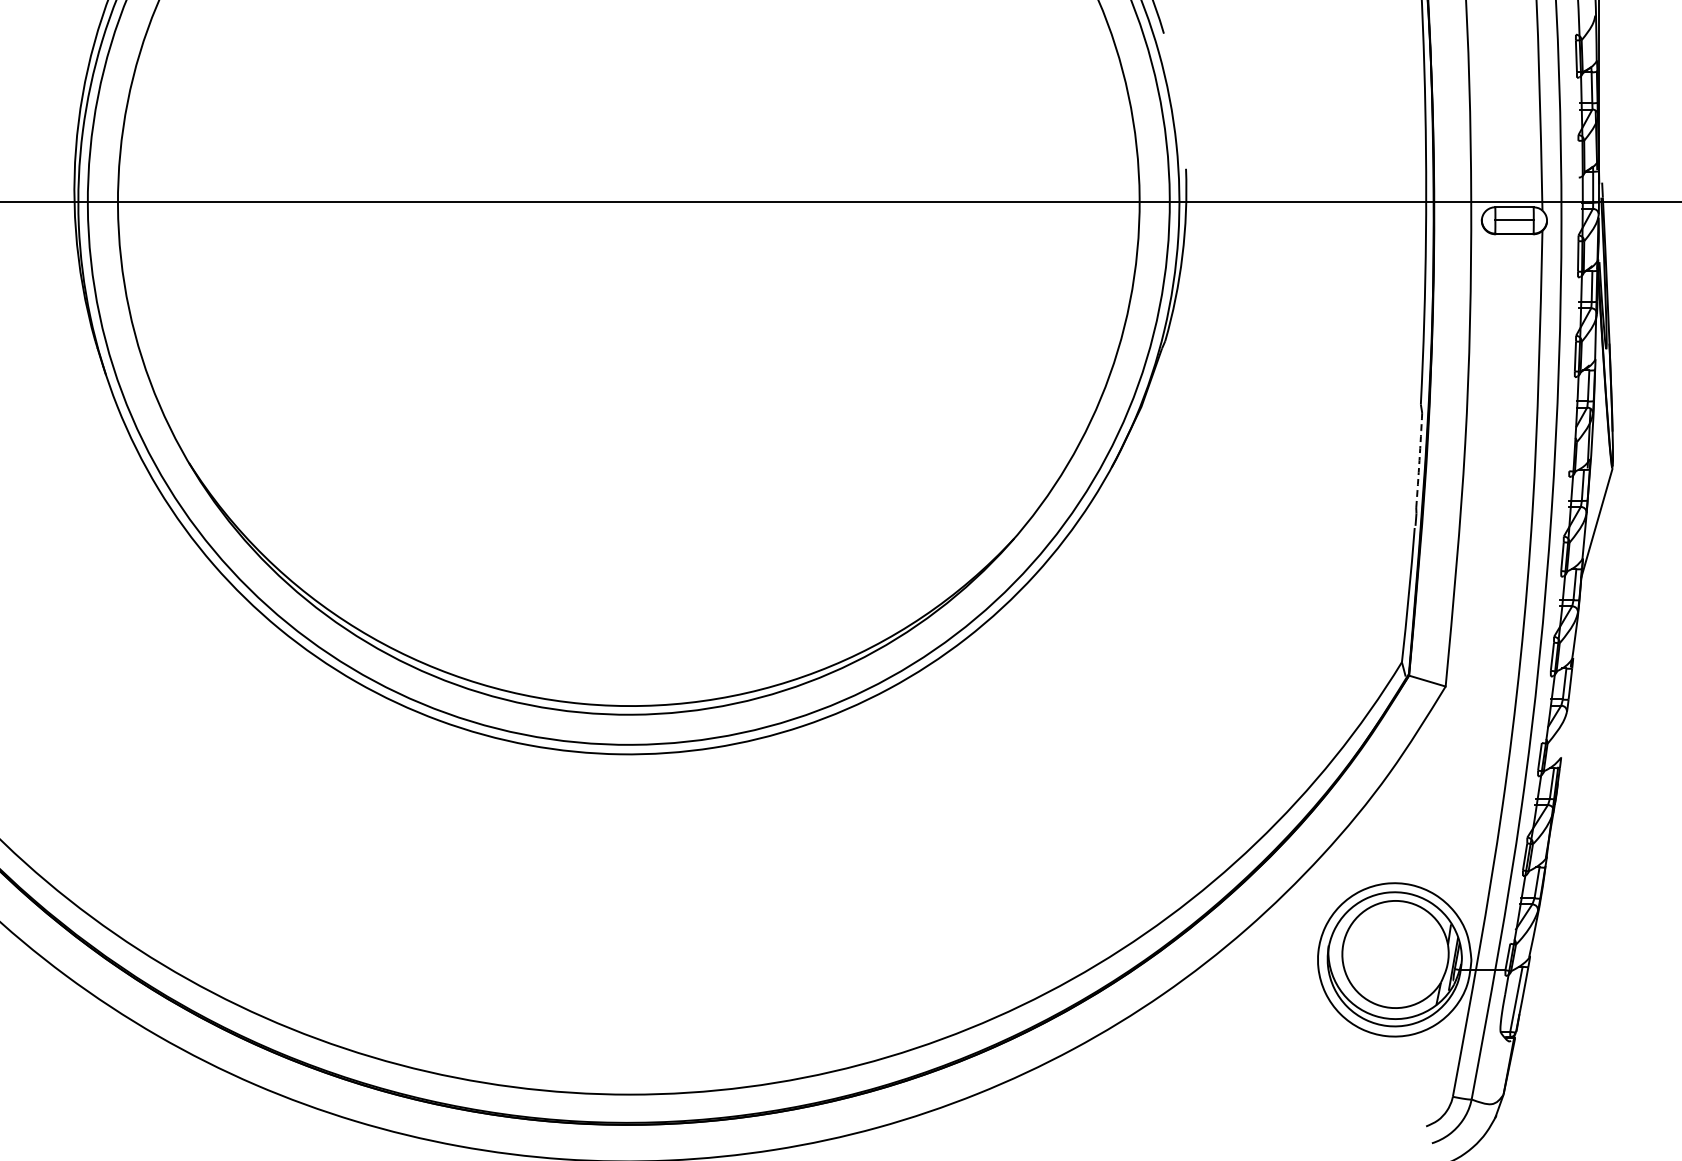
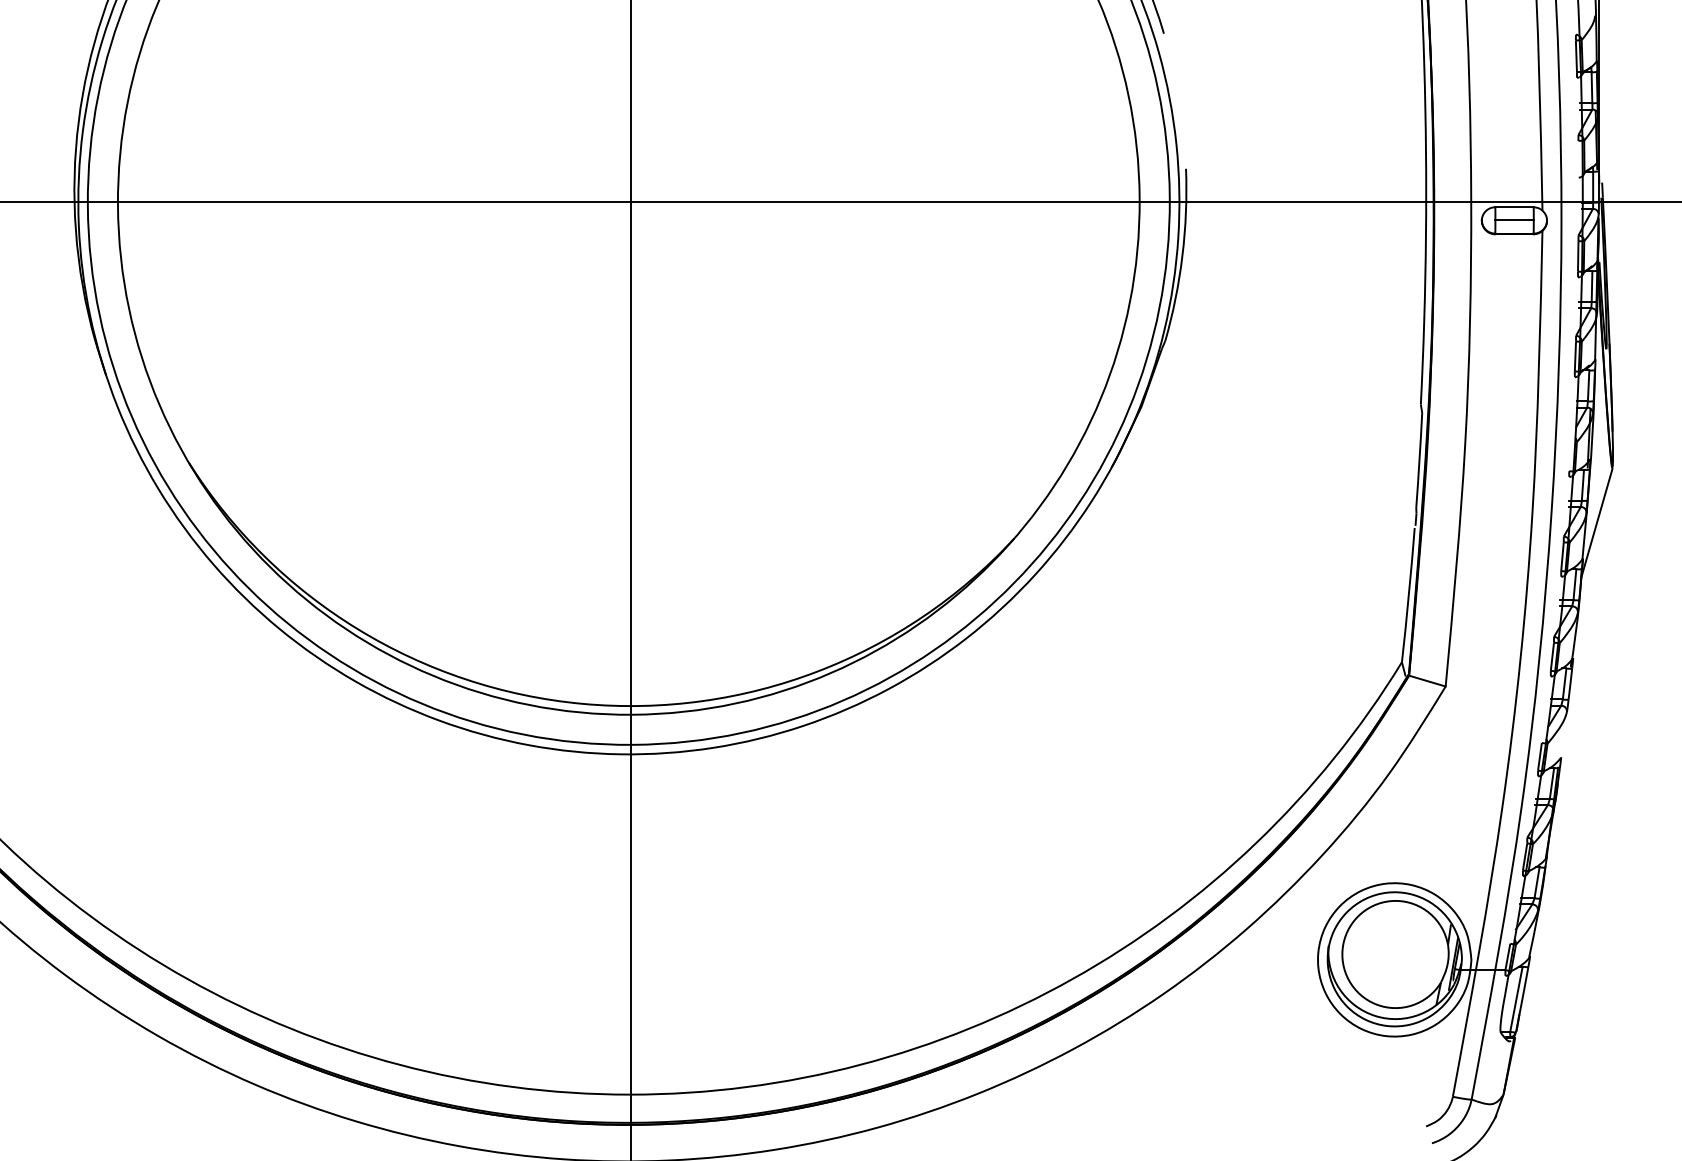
arc at (1419, 460): dashed -> solid
line at (630, 579): none -> present
